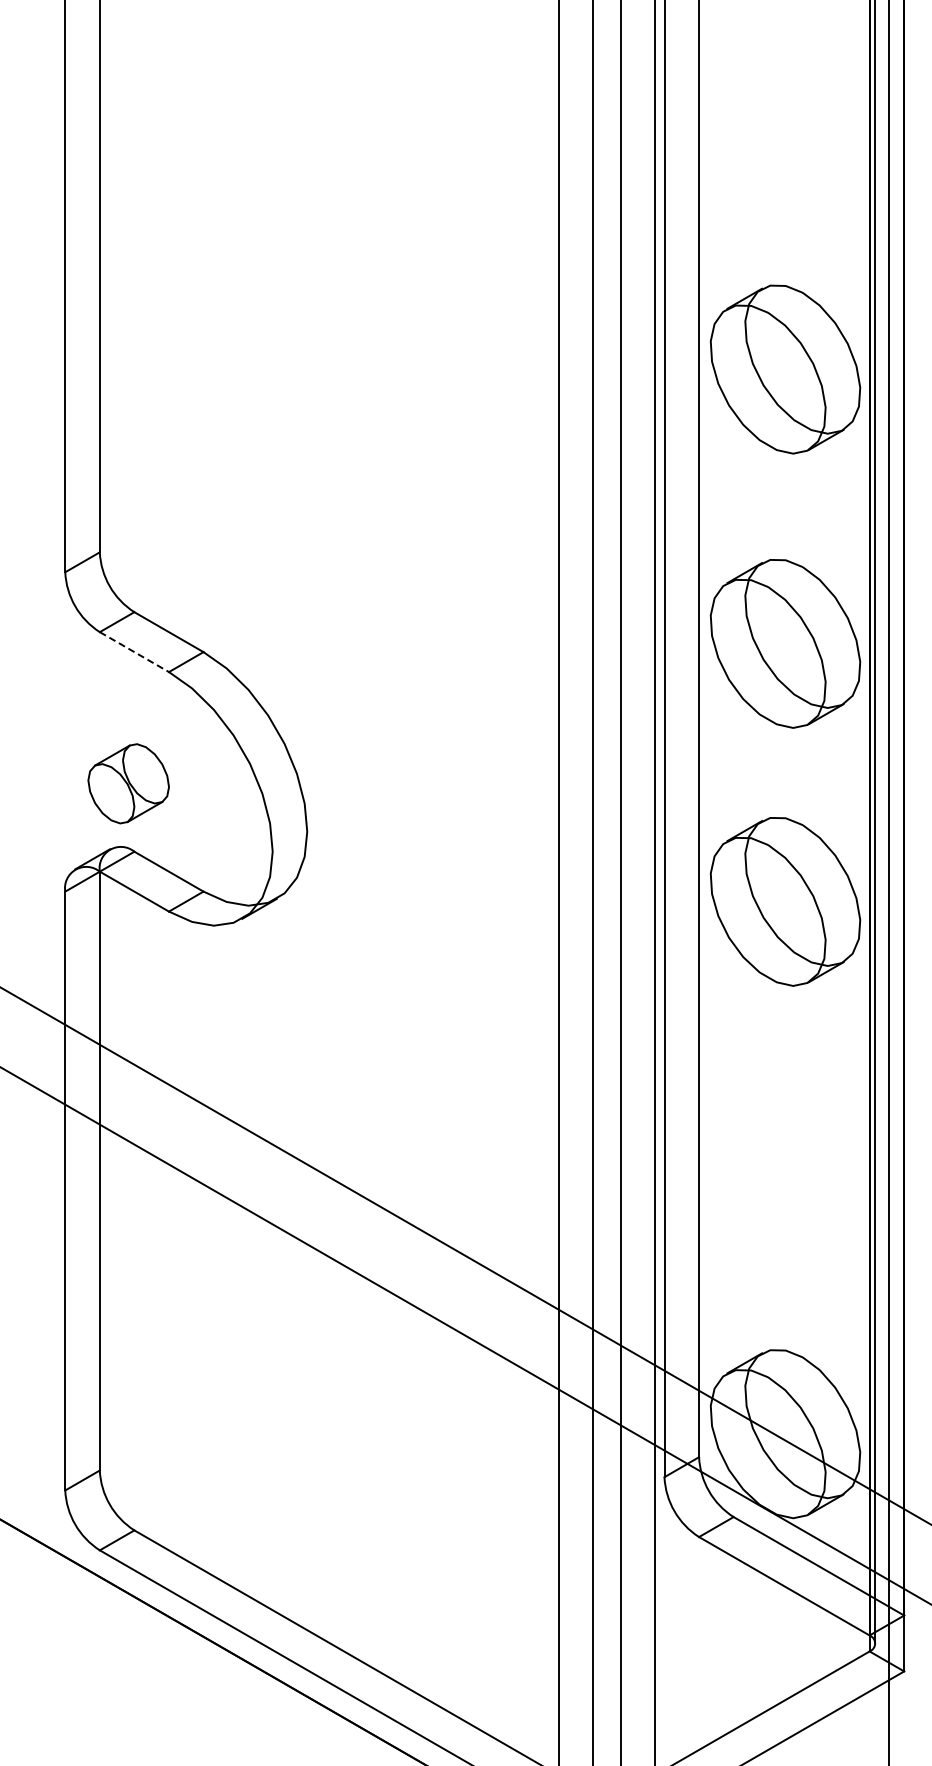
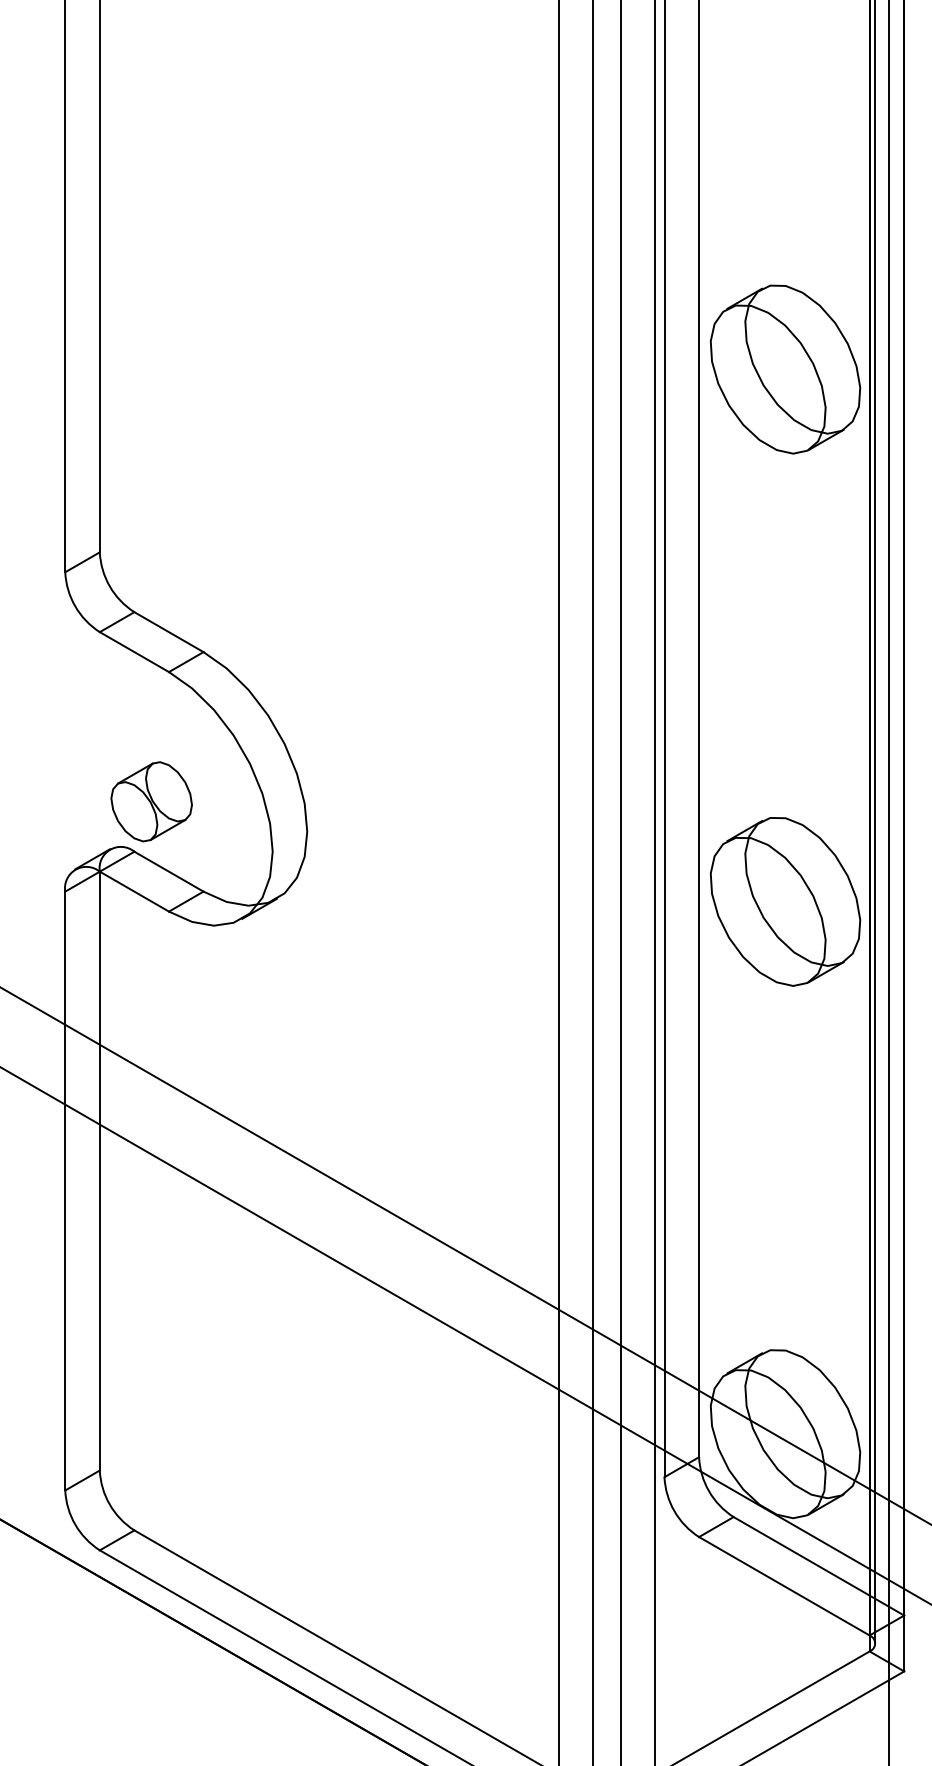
part at (785, 643): present -> none
line at (134, 652): dashed -> solid
part at (128, 783) position: (128, 783) -> (151, 801)
